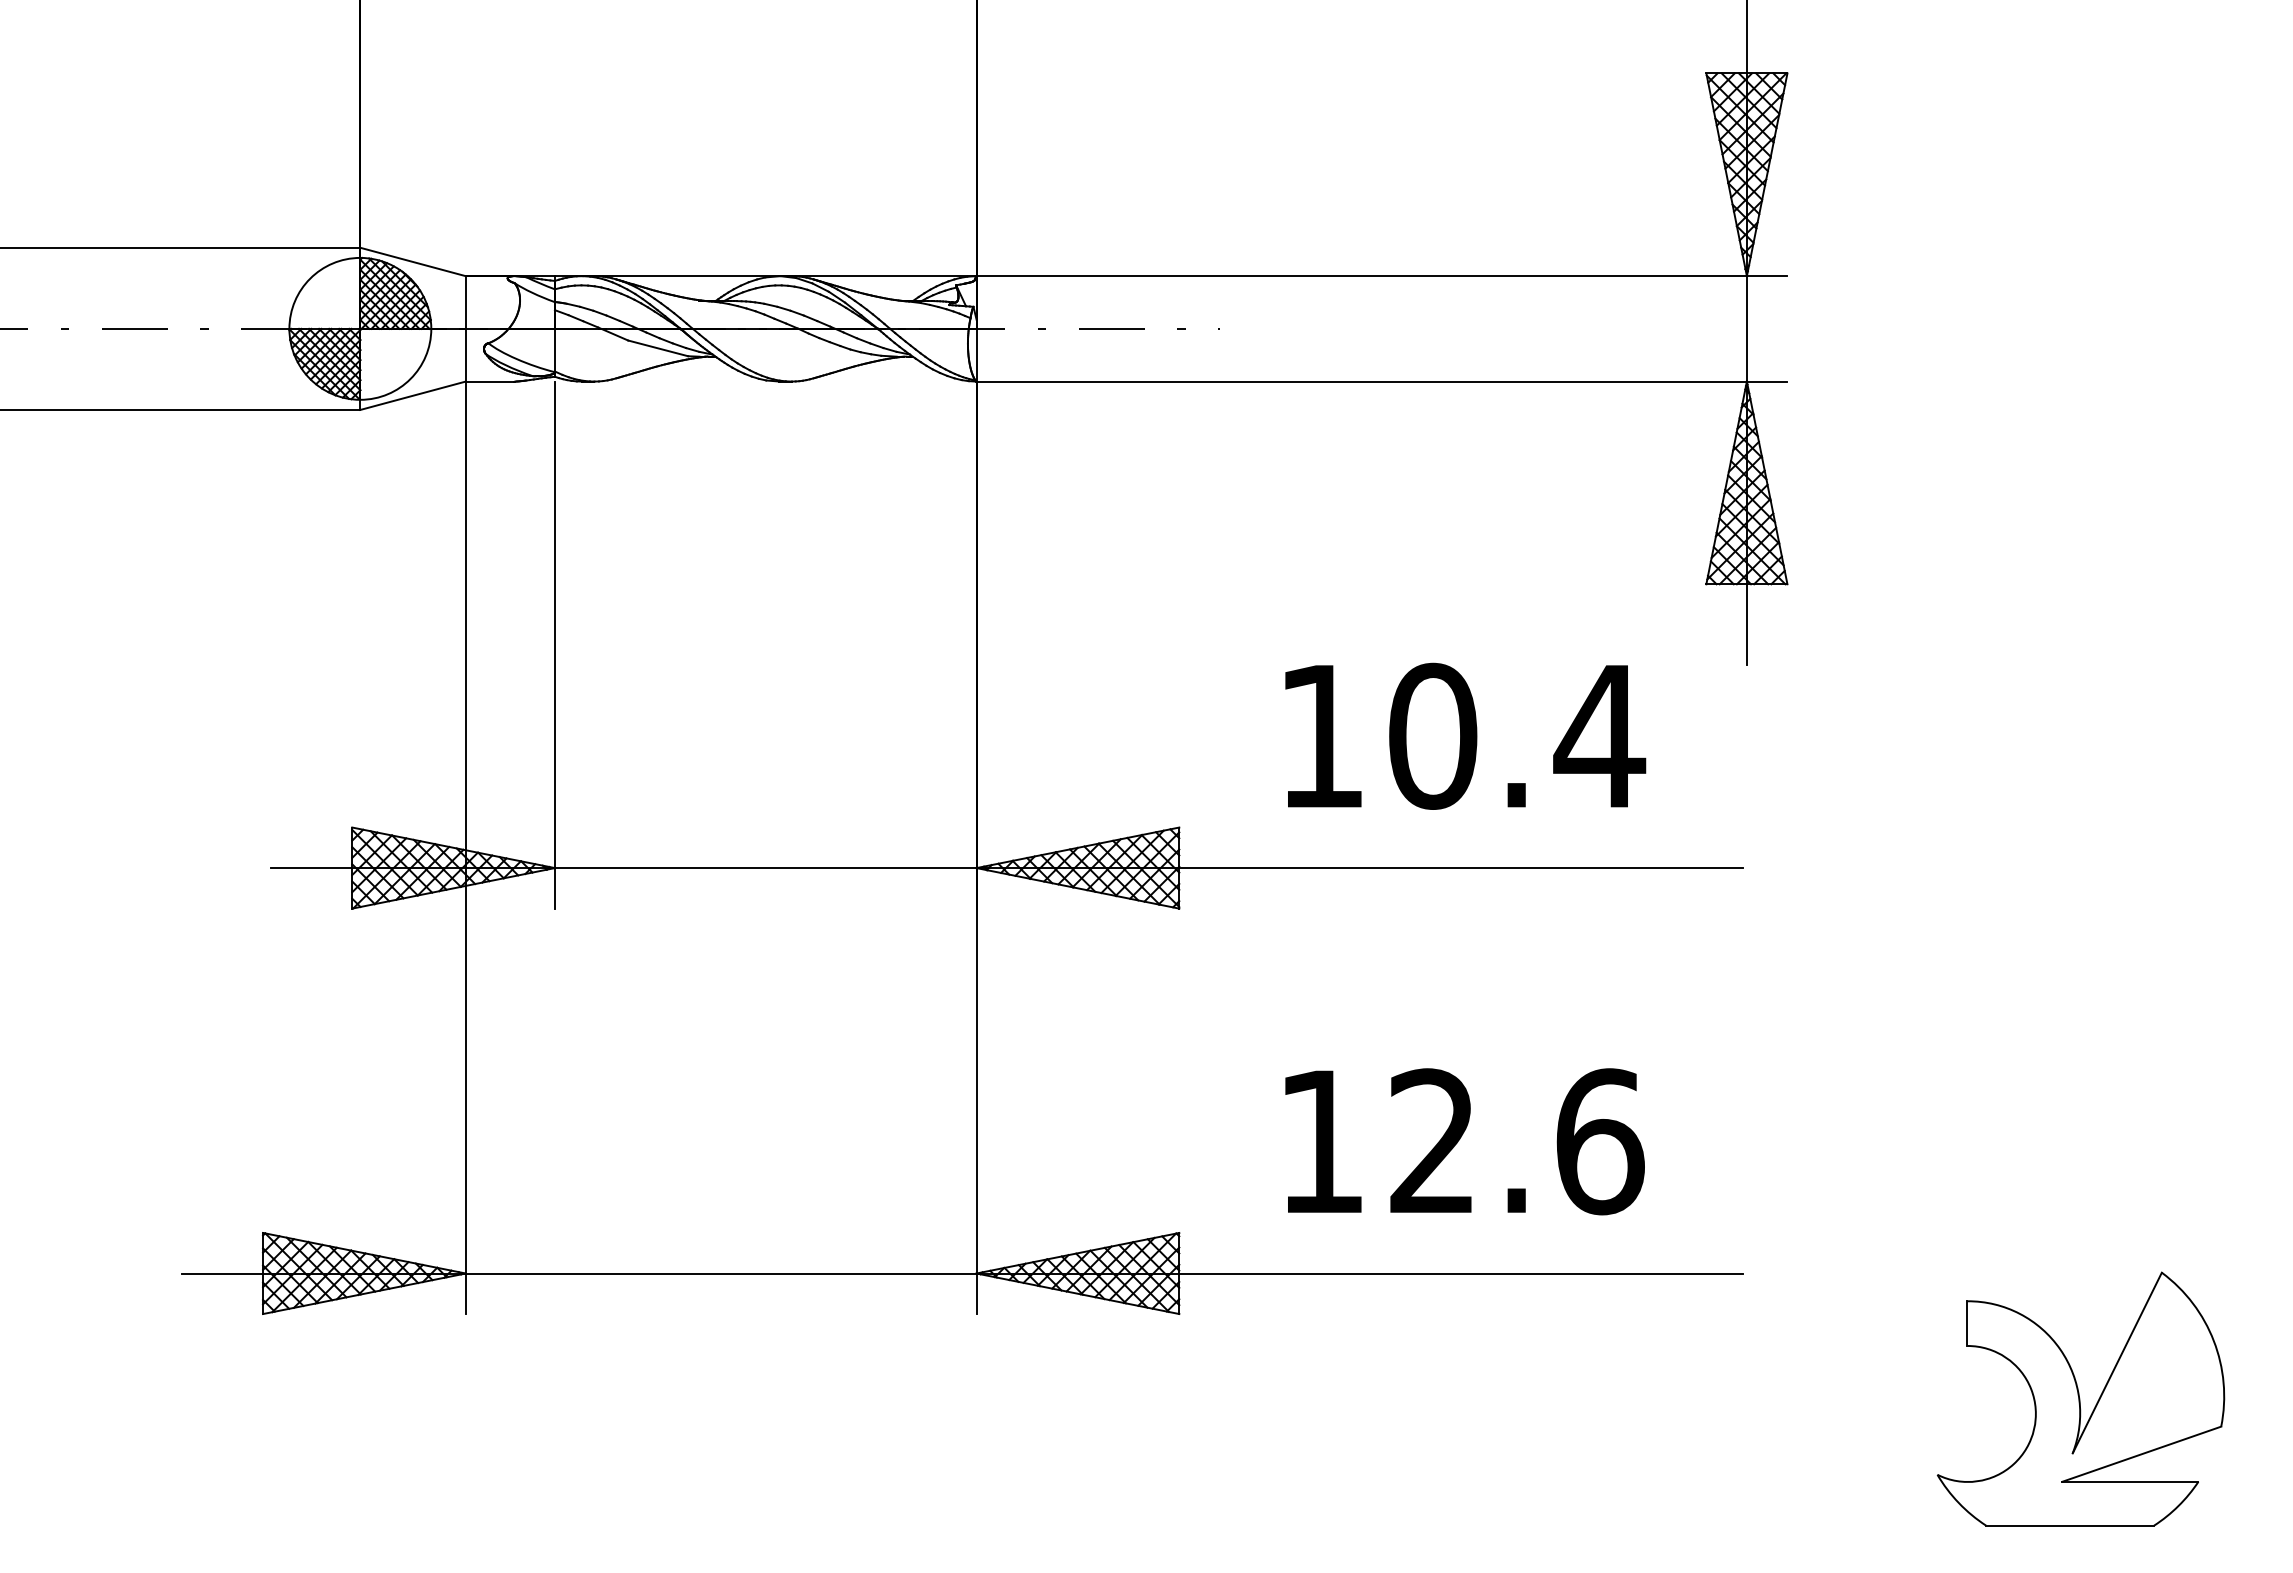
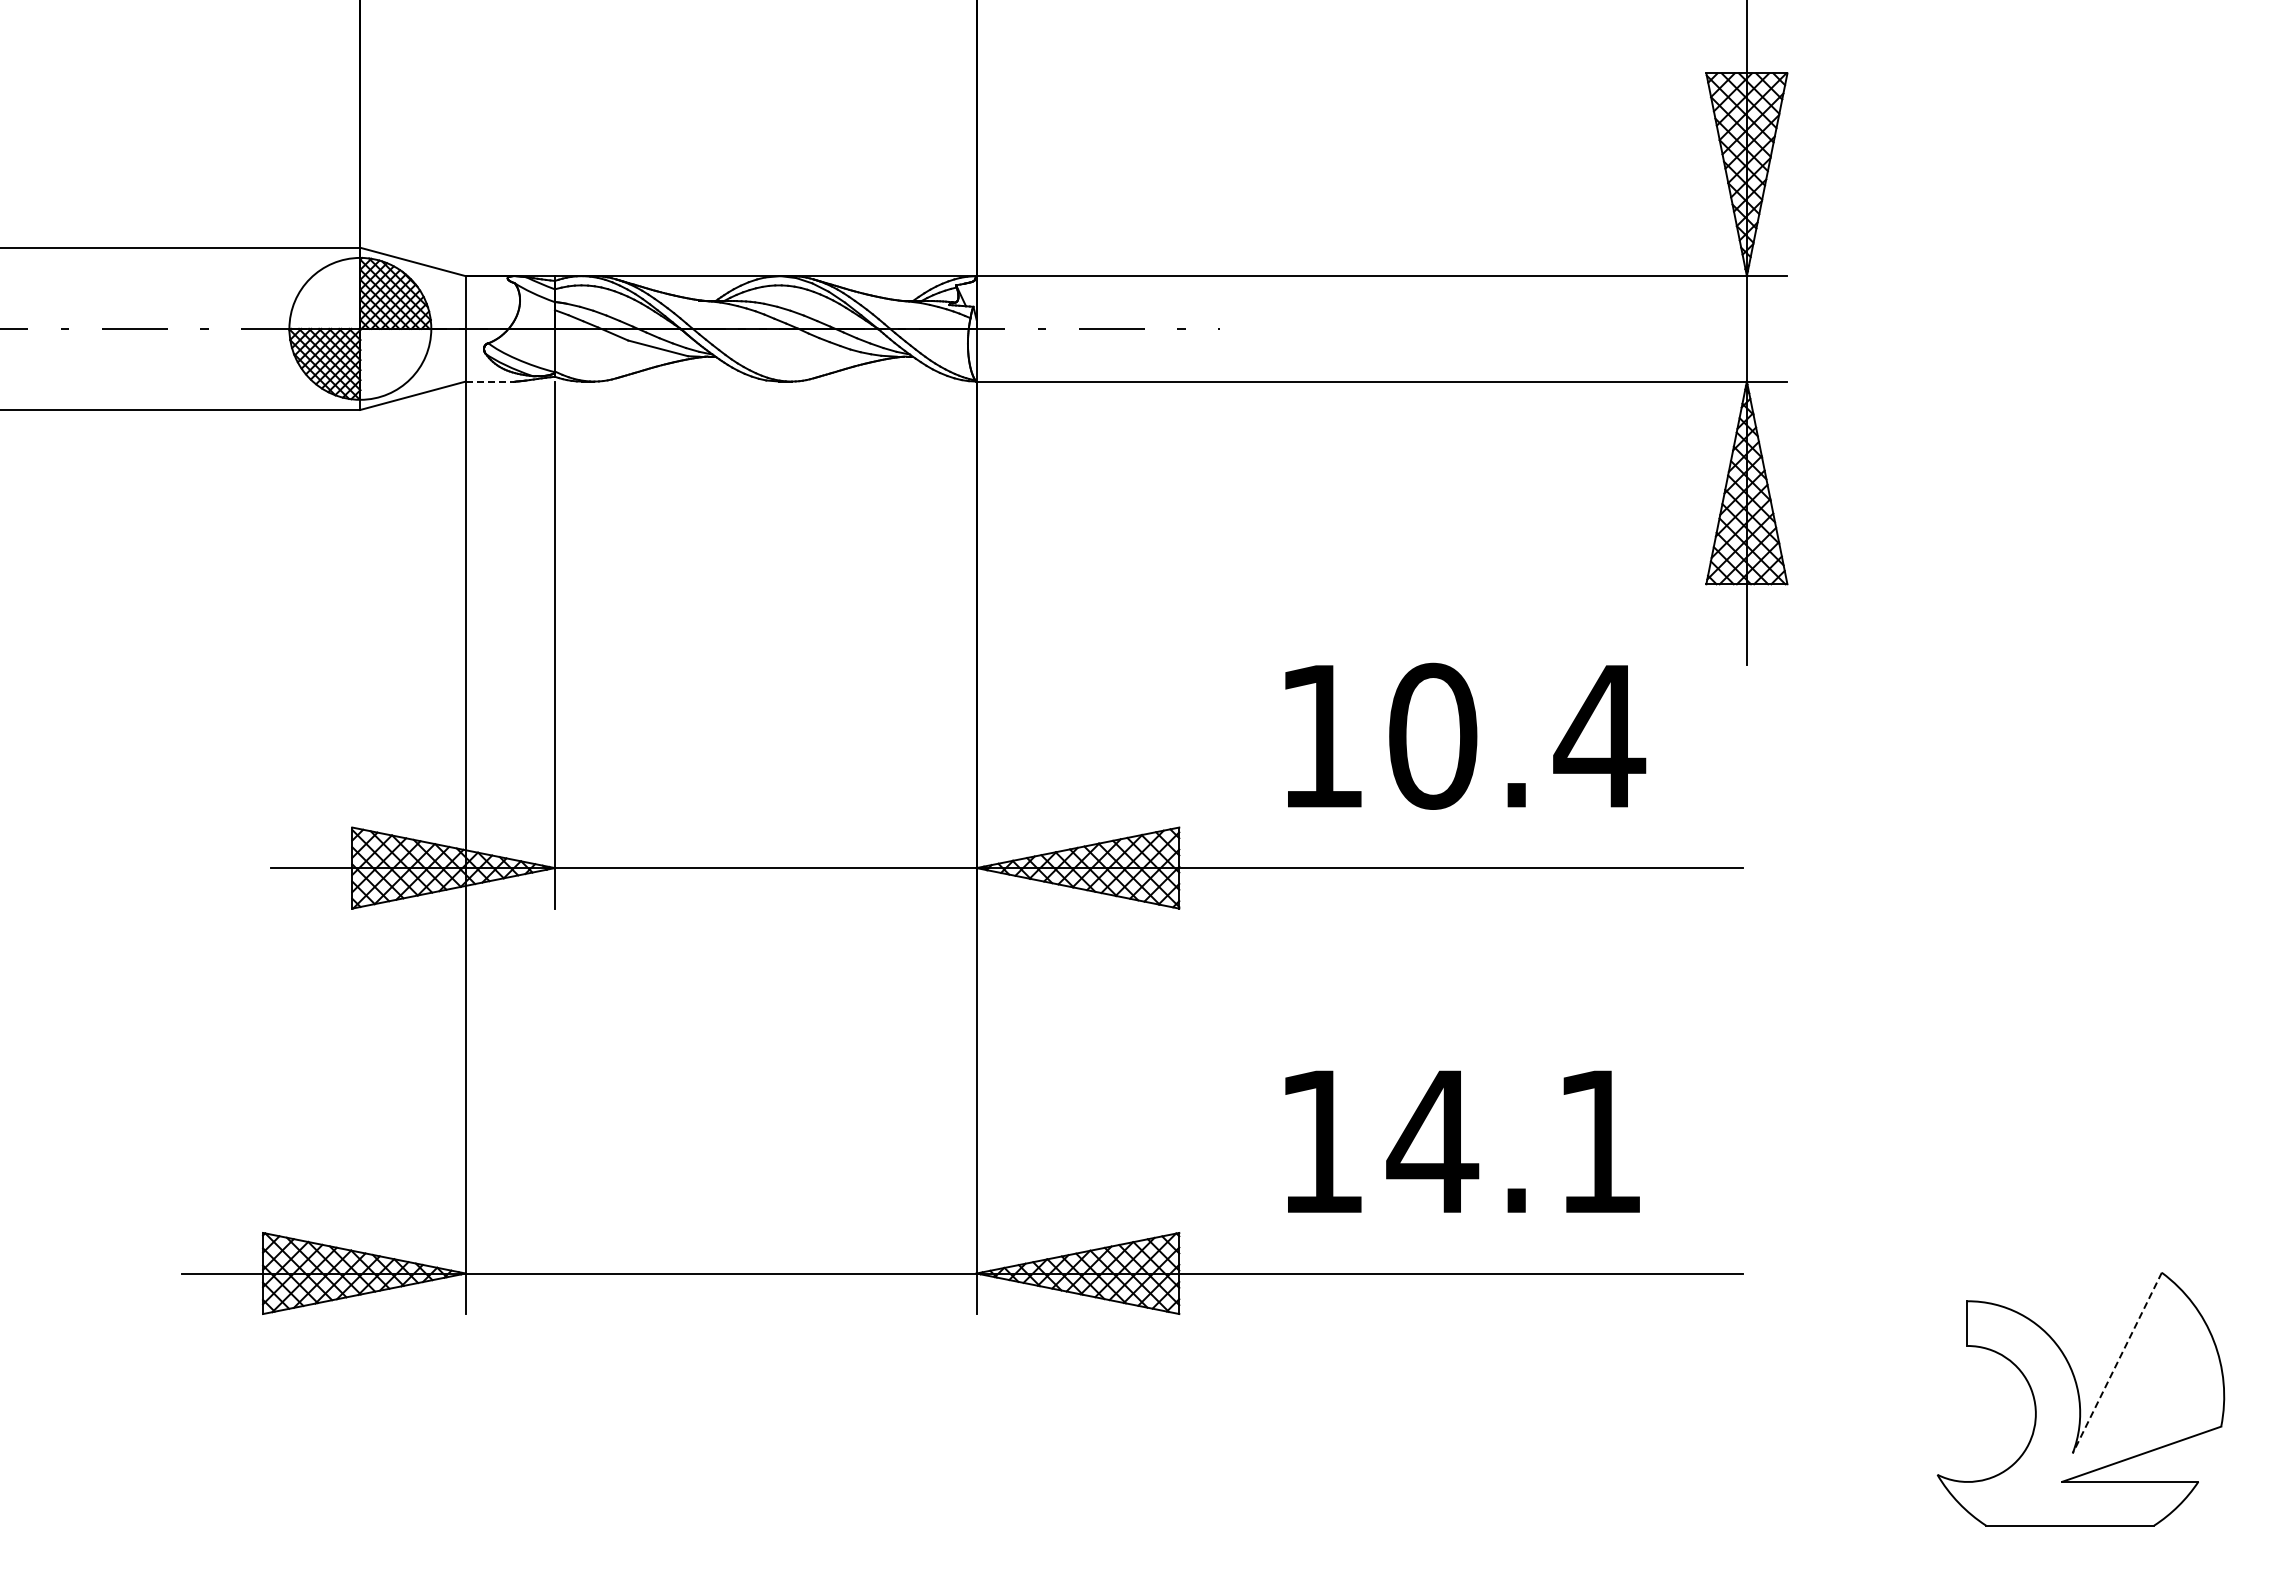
line at (490, 381): solid -> dashed
text at (1515, 1141): 12.6 -> 14.1
line at (2117, 1363): solid -> dashed
